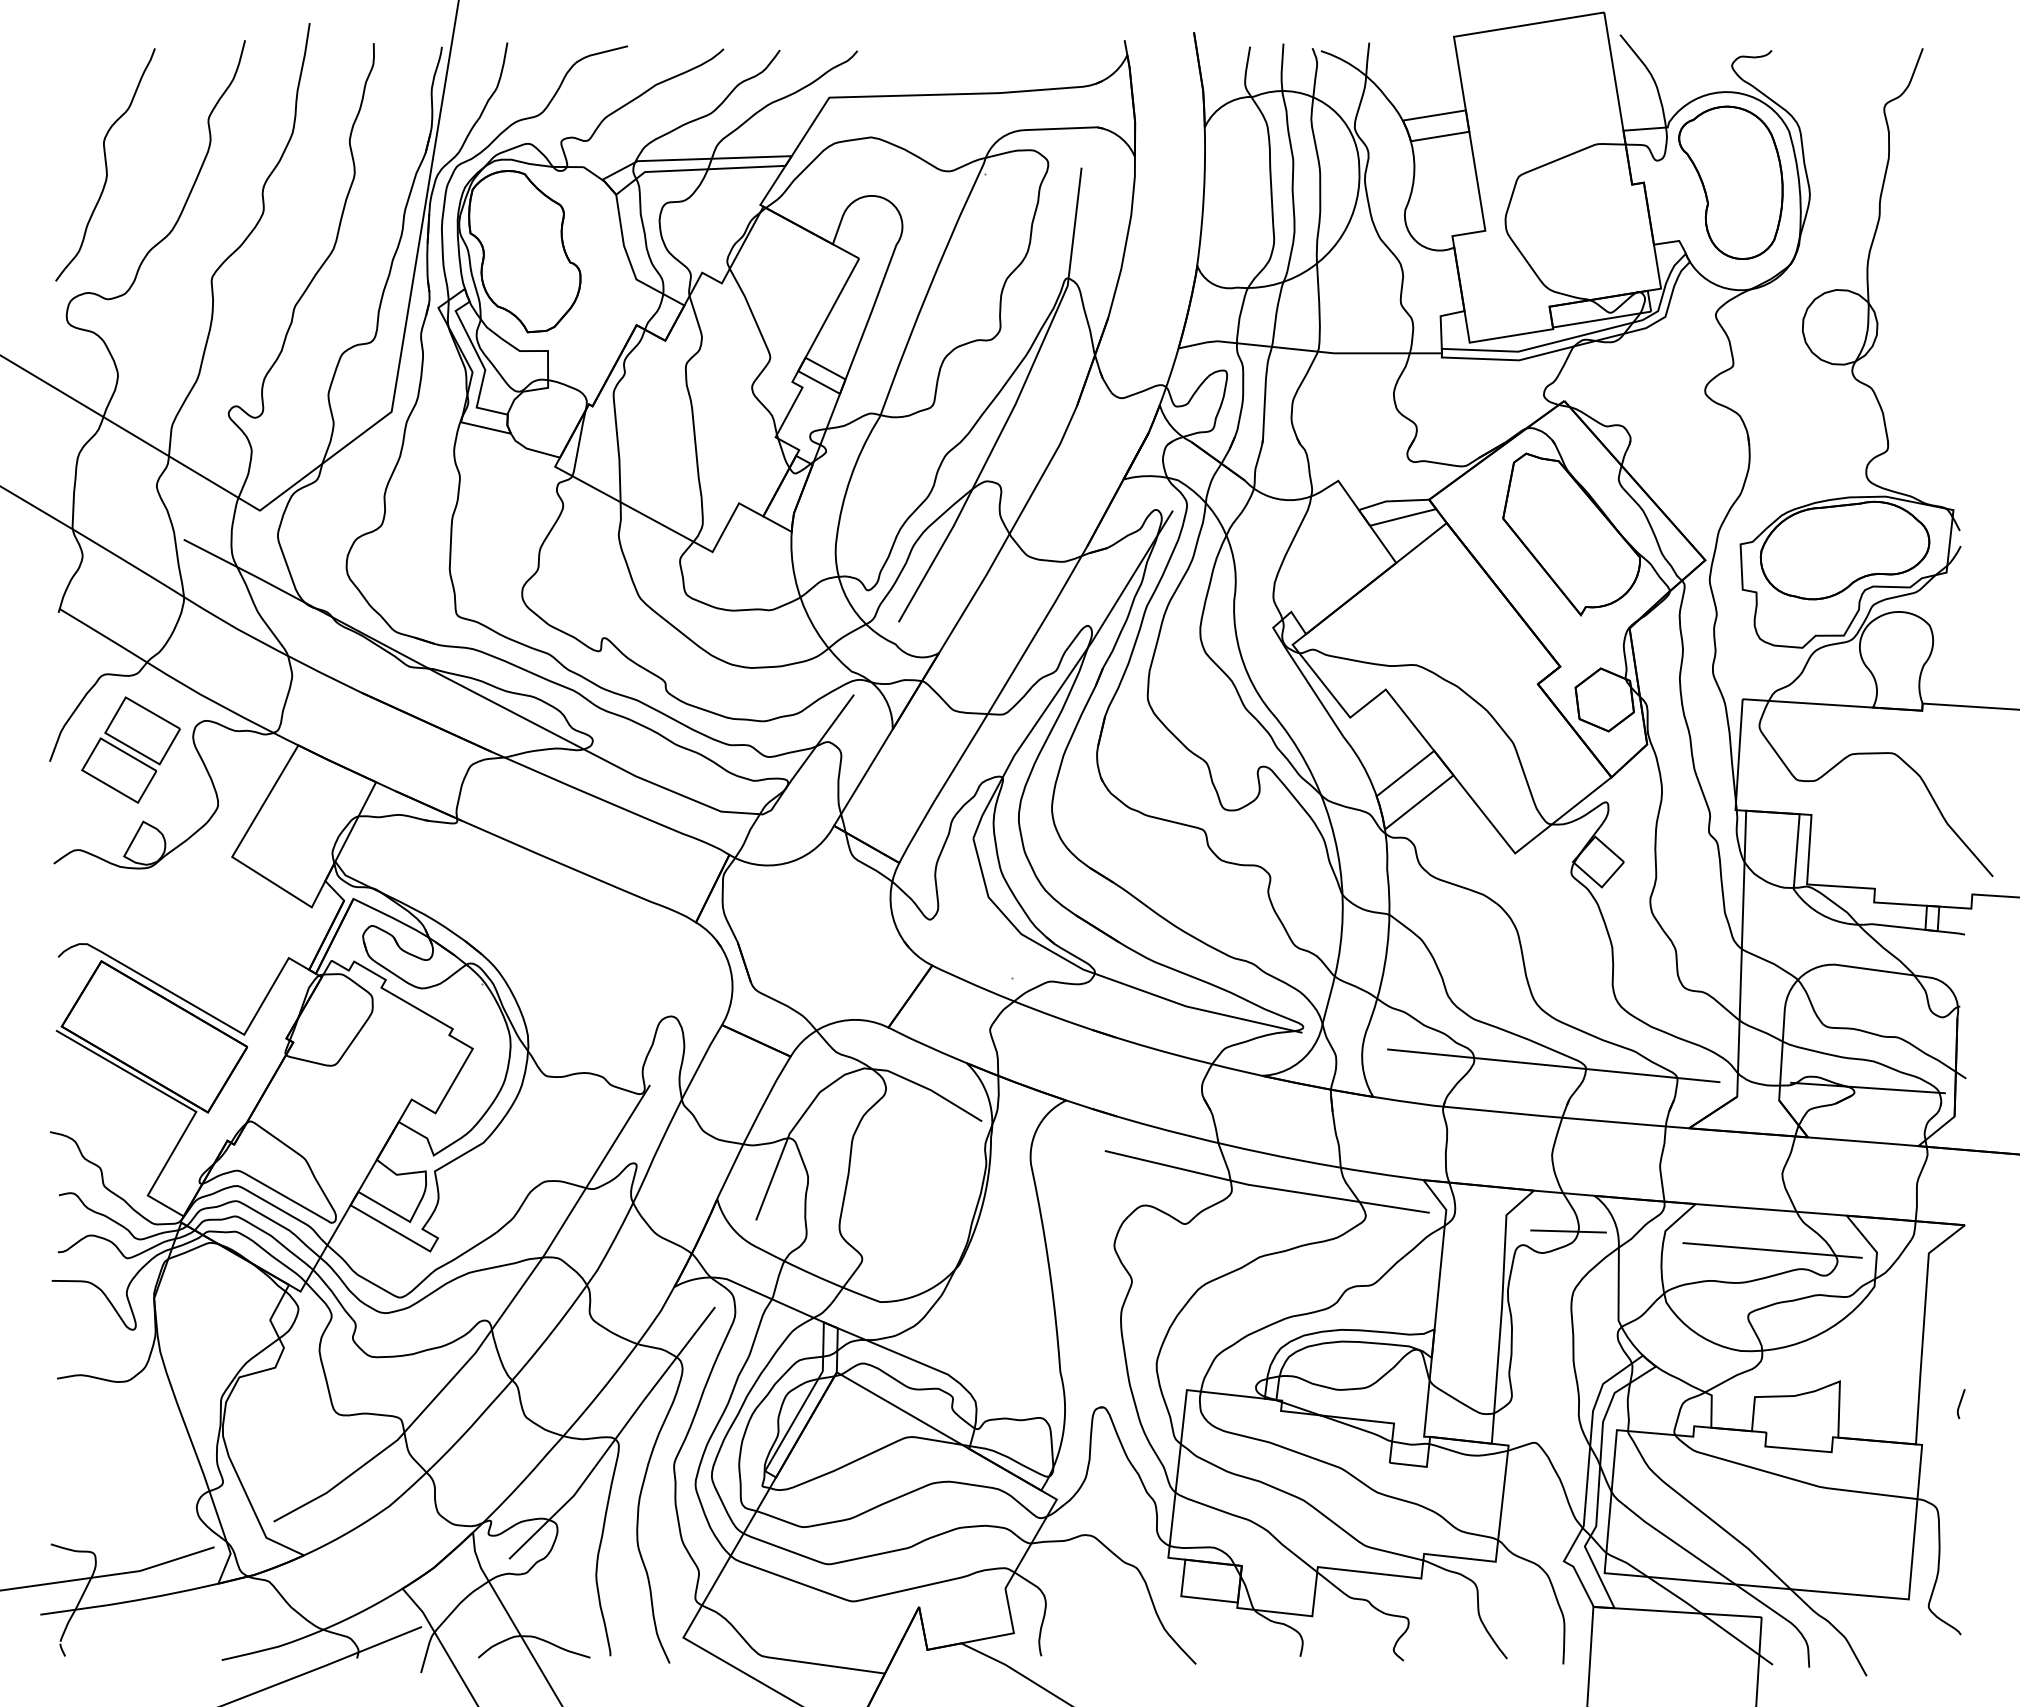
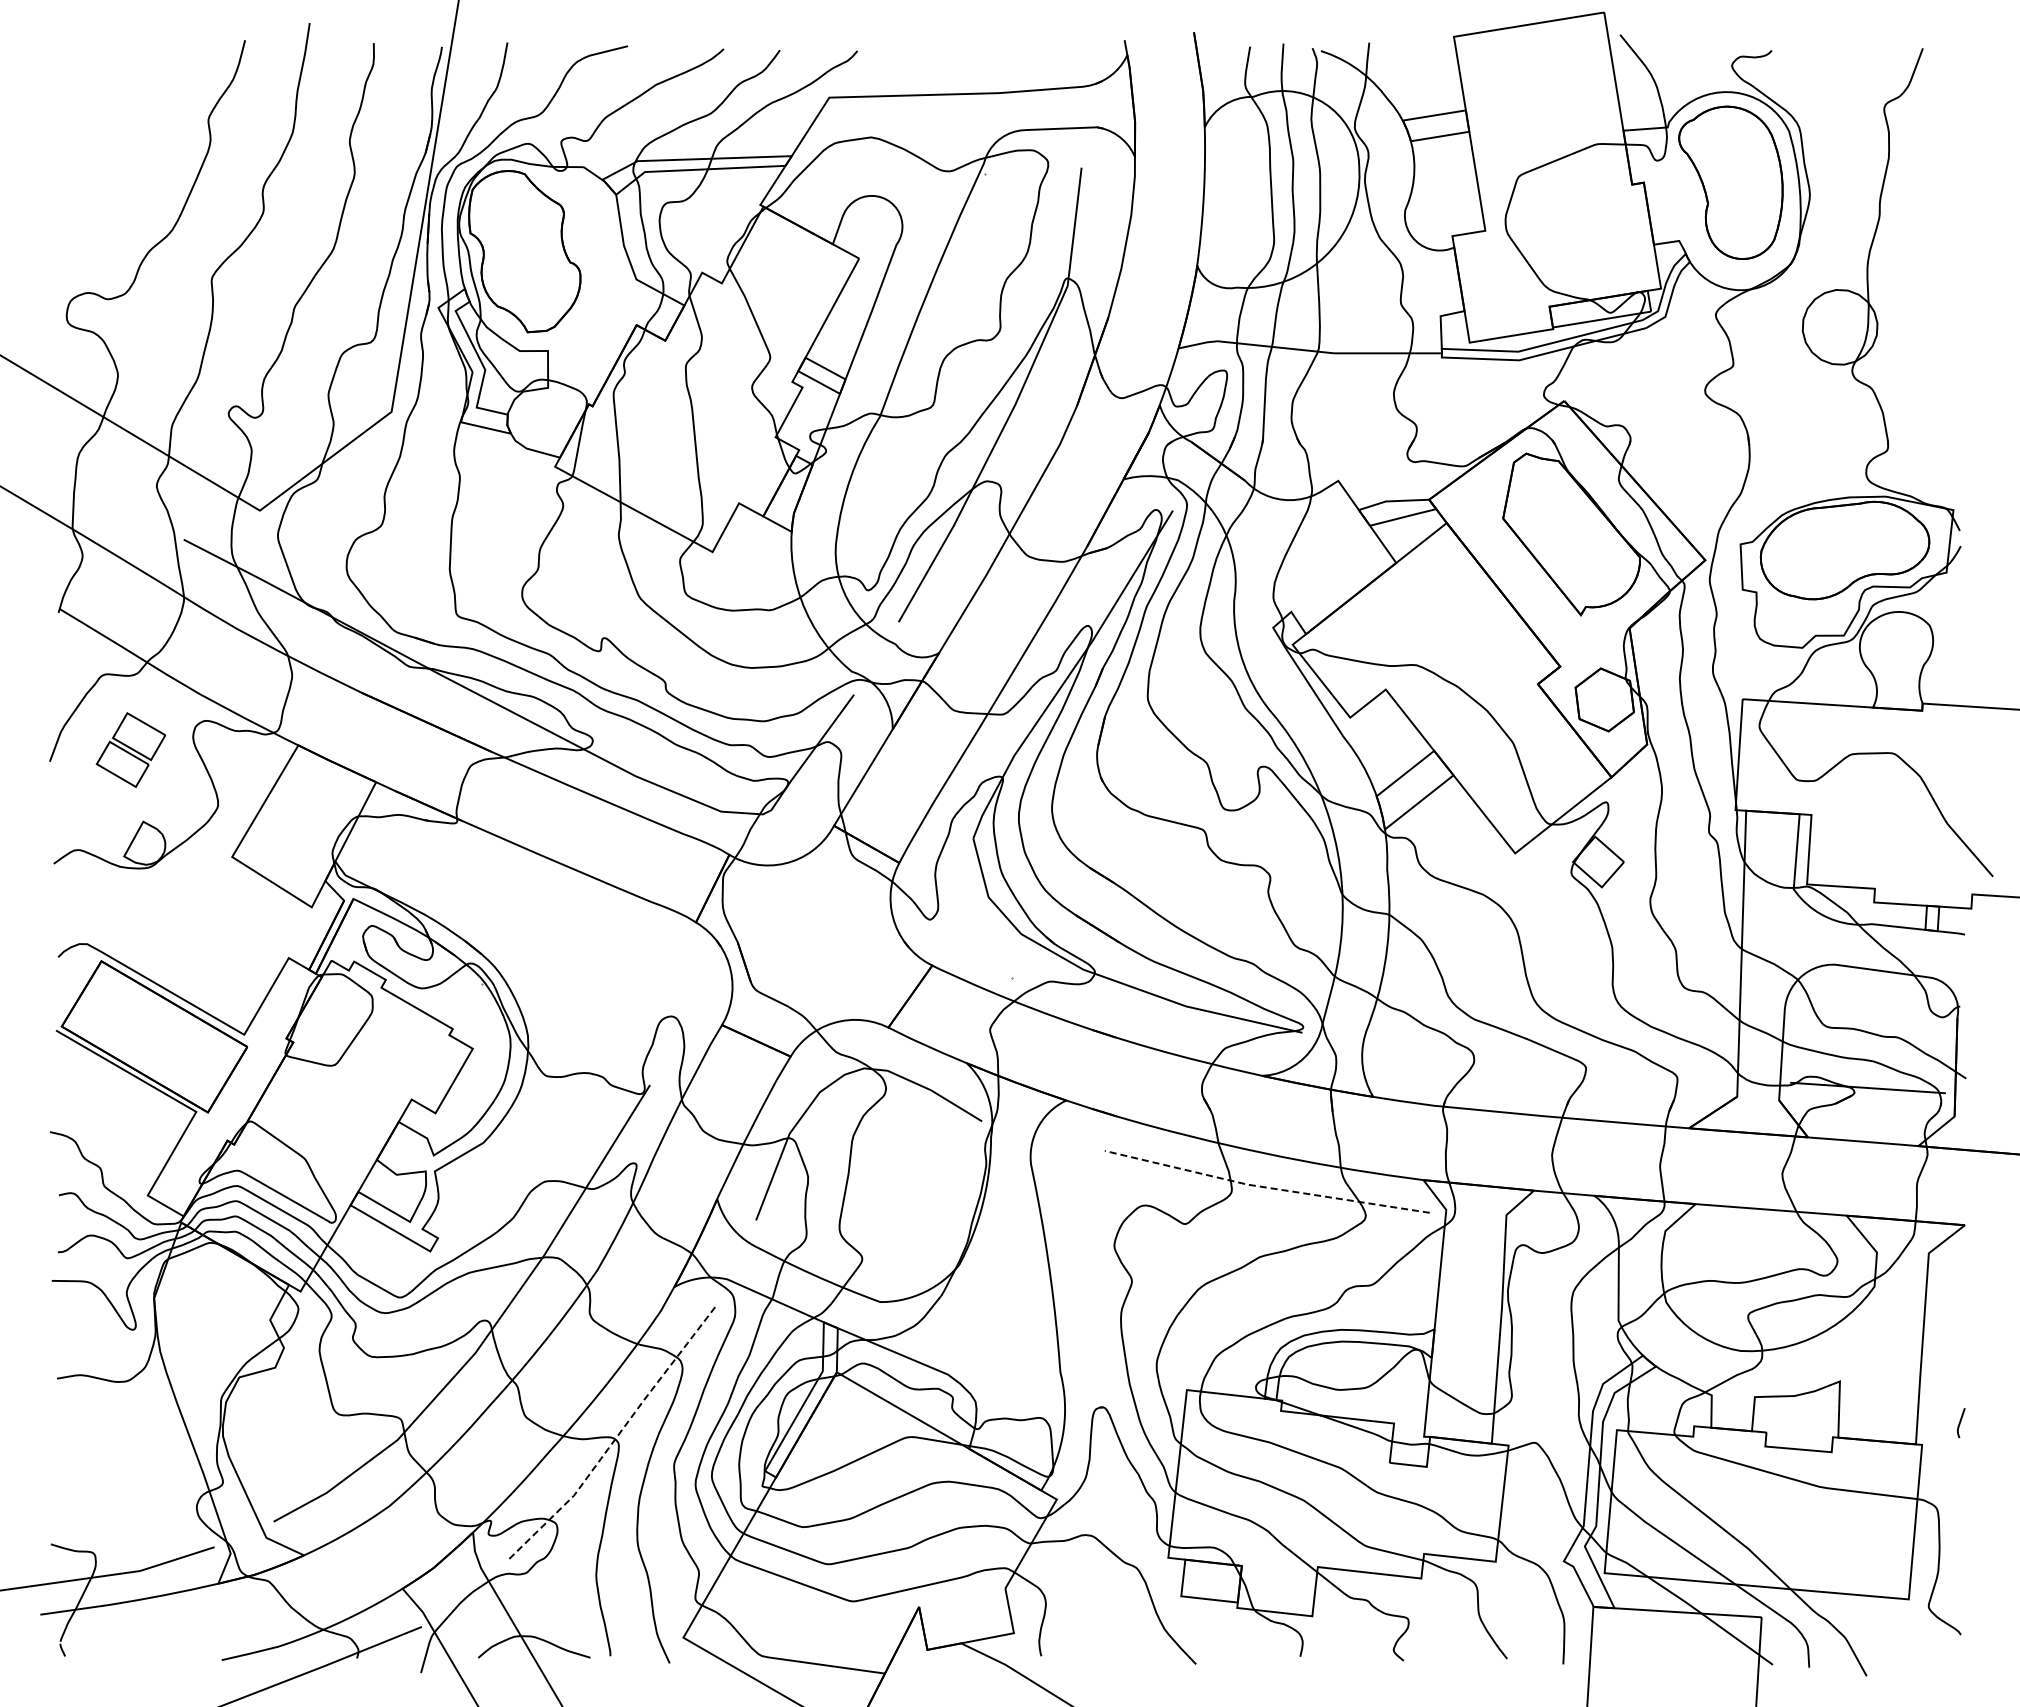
curve at (105, 164): present -> none
part at (130, 749) size: 100x108 px -> 71x76 px
line at (1553, 1065): present -> none
line at (1265, 1187): solid -> dashed
line at (1568, 1231): present -> none
line at (1772, 1250): present -> none
line at (1960, 1404) position: (1960, 1404) -> (1960, 1423)
line at (616, 1437): solid -> dashed
